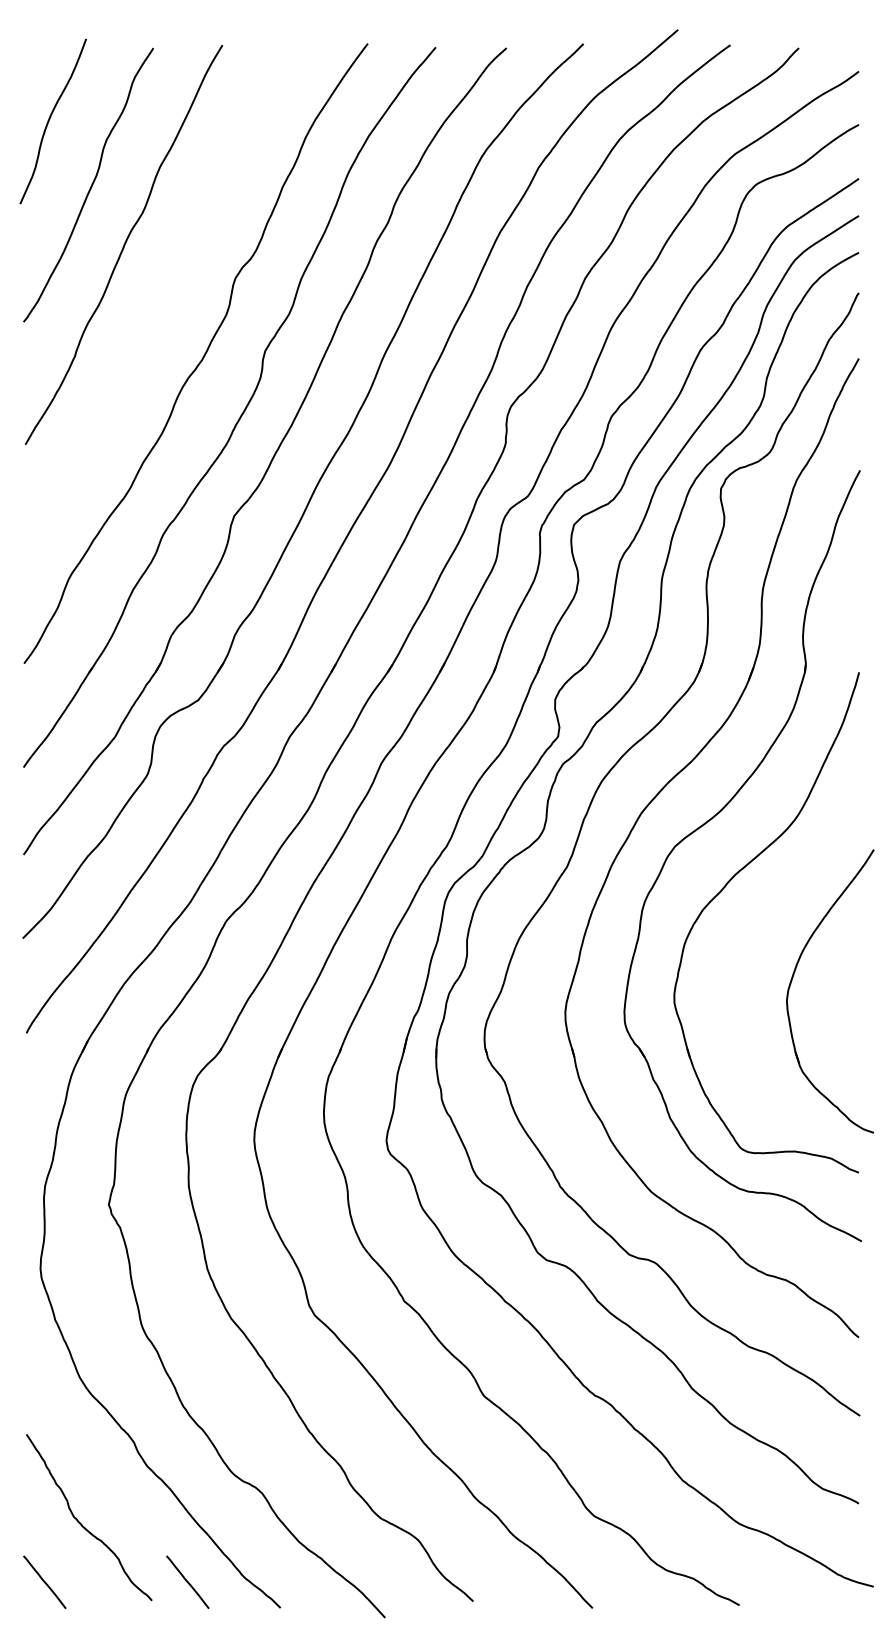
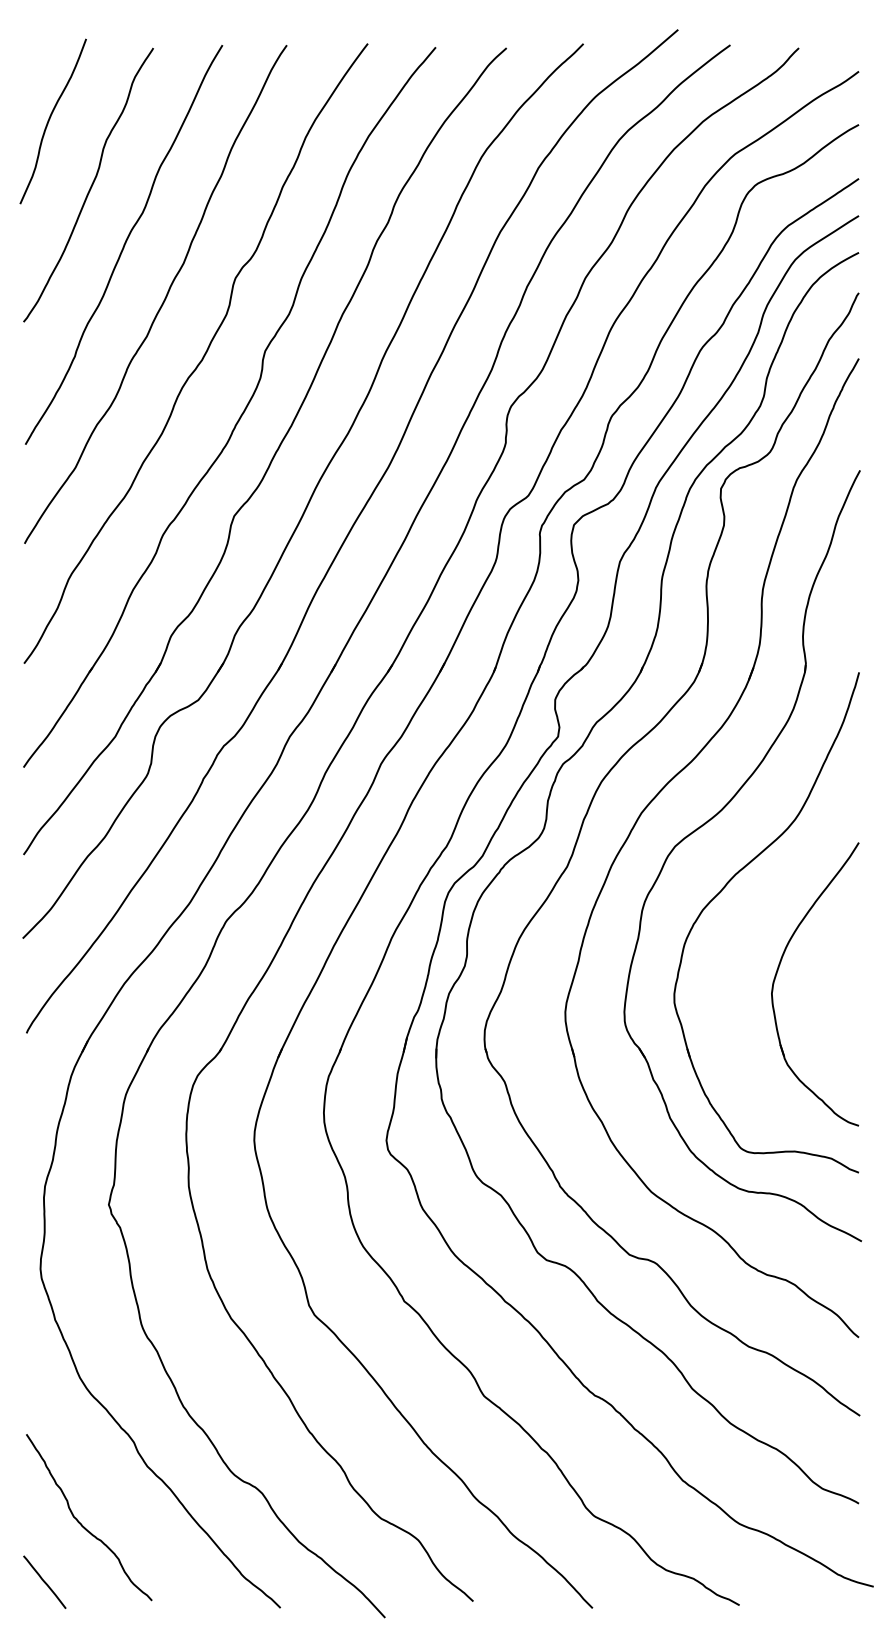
curve at (164, 298): none -> present
part at (793, 977) position: (793, 977) -> (778, 970)
line at (187, 1581): present -> none
